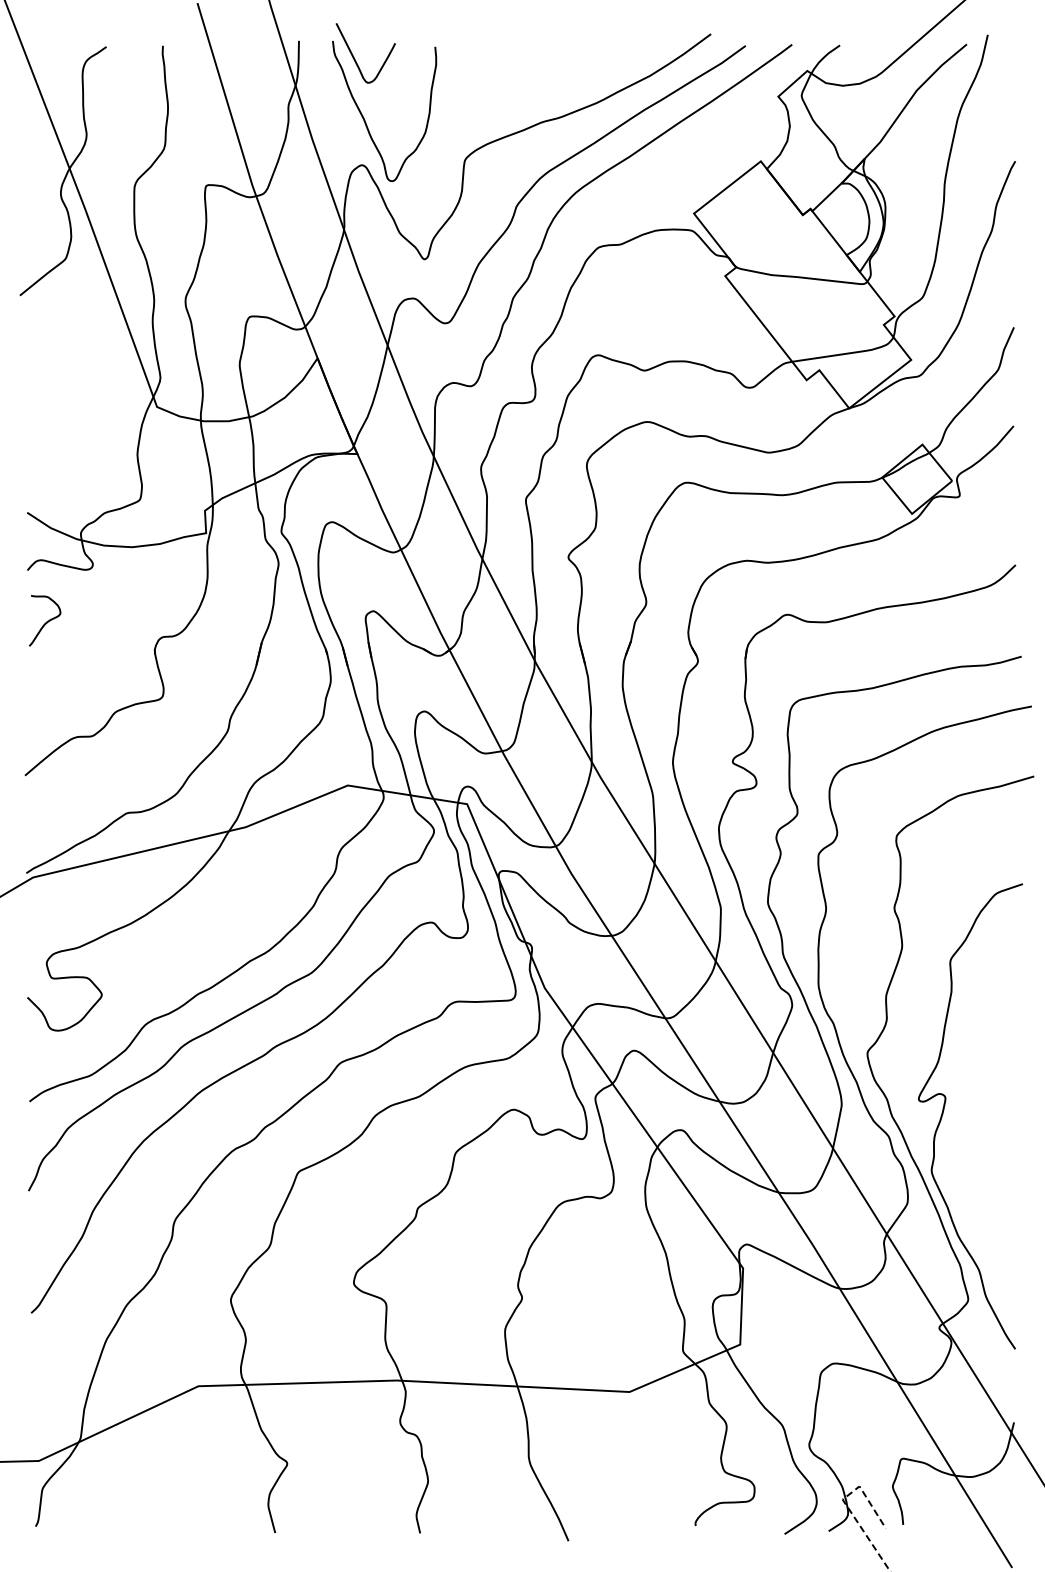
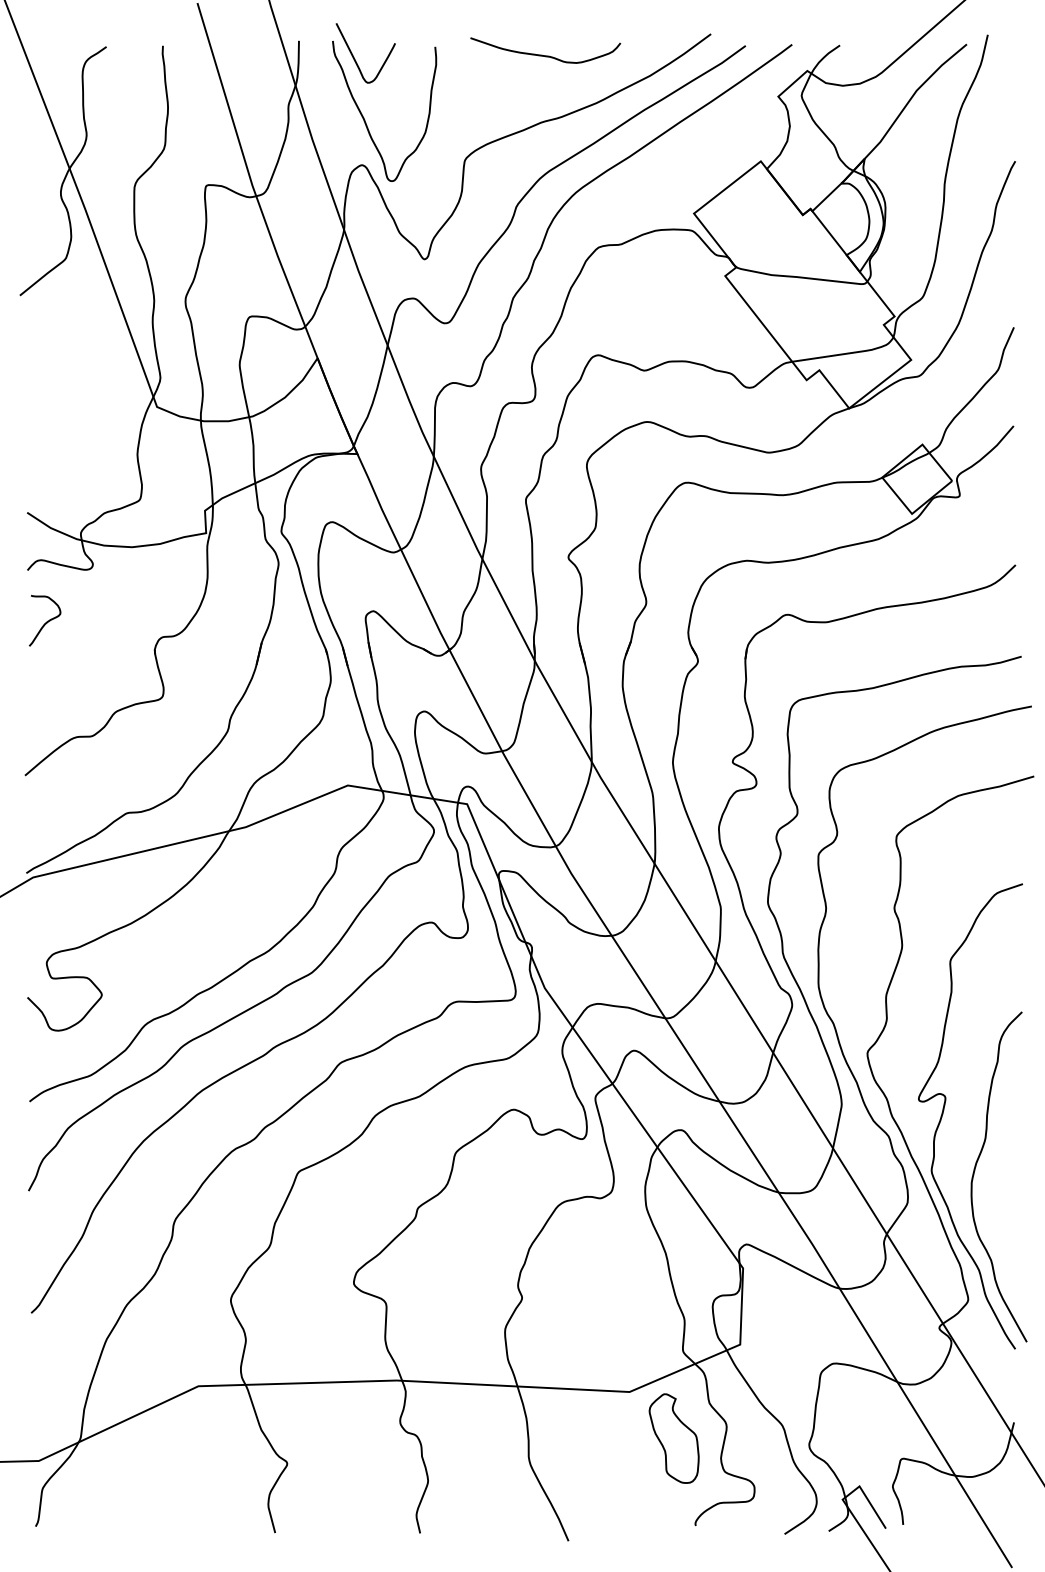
curve at (542, 54): none -> present
curve at (976, 1167): none -> present
part at (673, 1438): none -> present
line at (845, 1504): dashed -> solid
